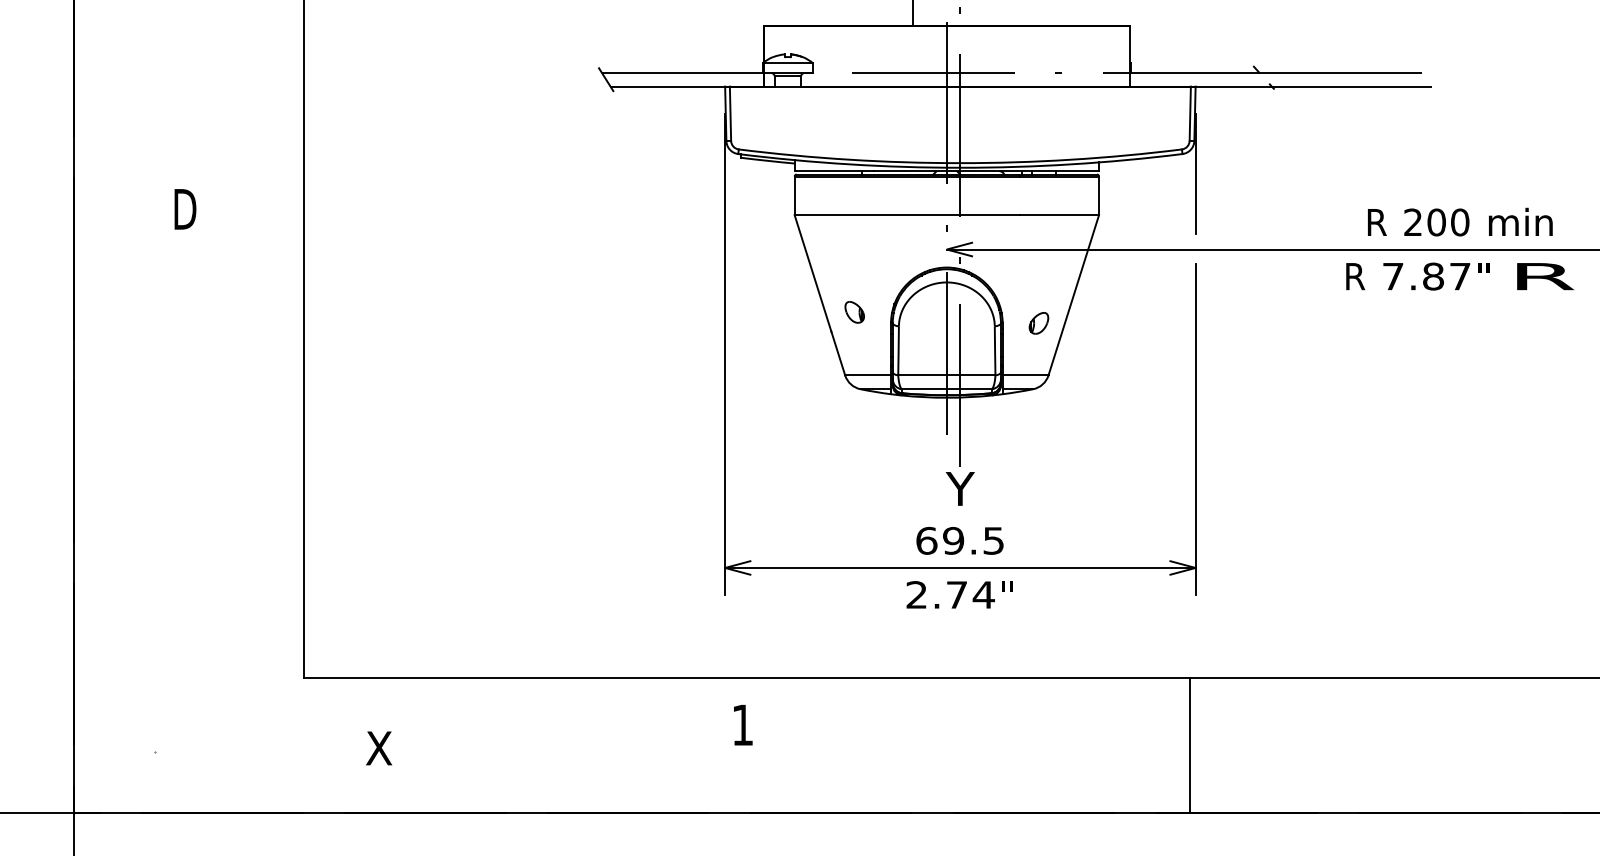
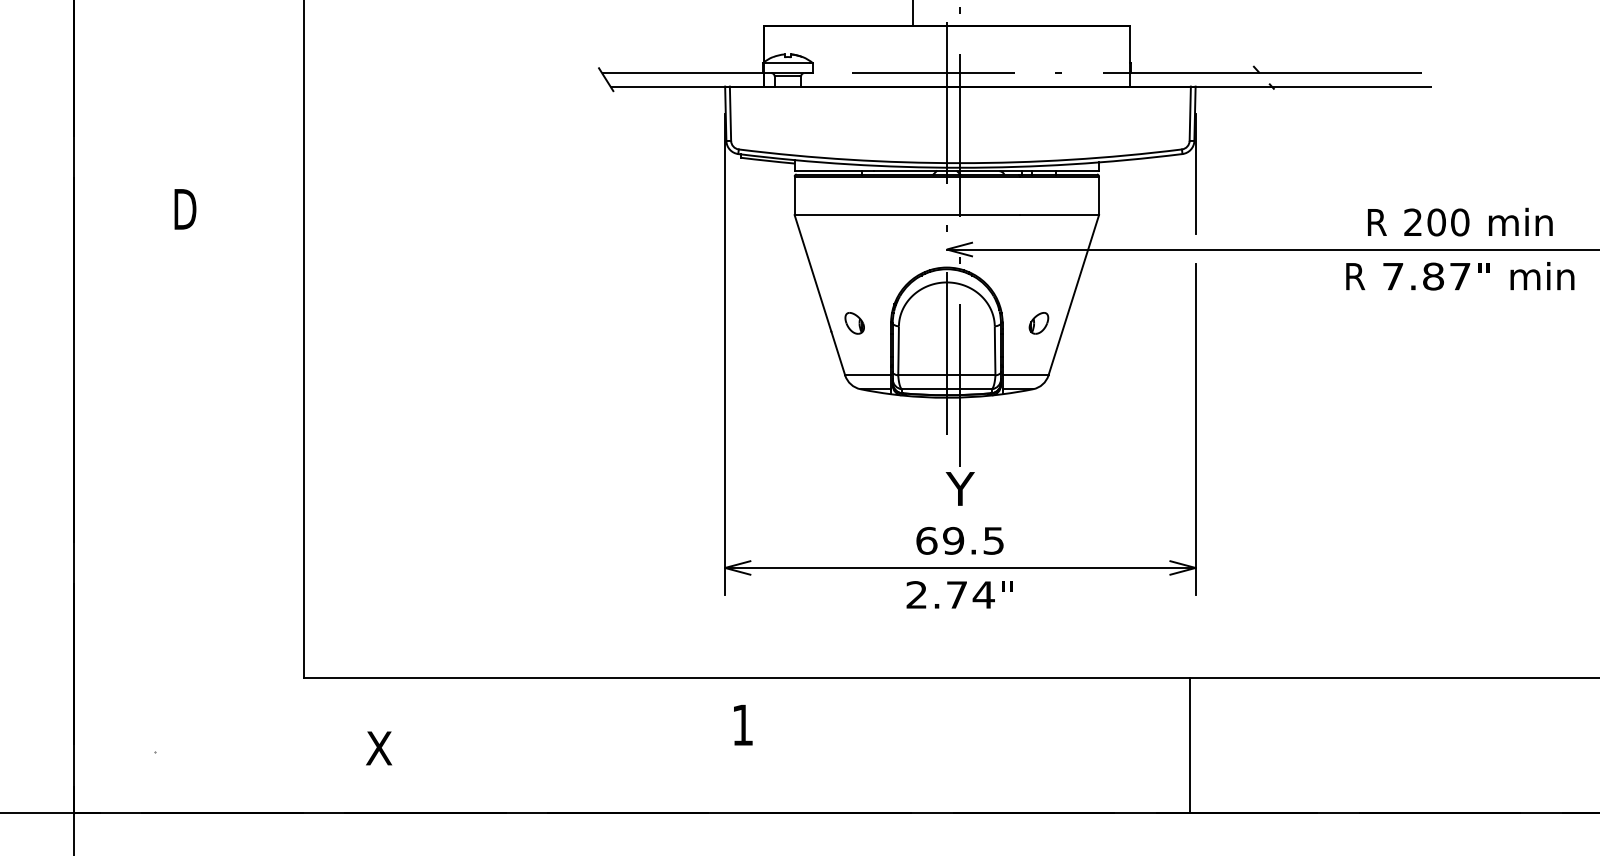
text at (1542, 276): R -> min
part at (854, 312) position: (854, 312) -> (854, 323)
